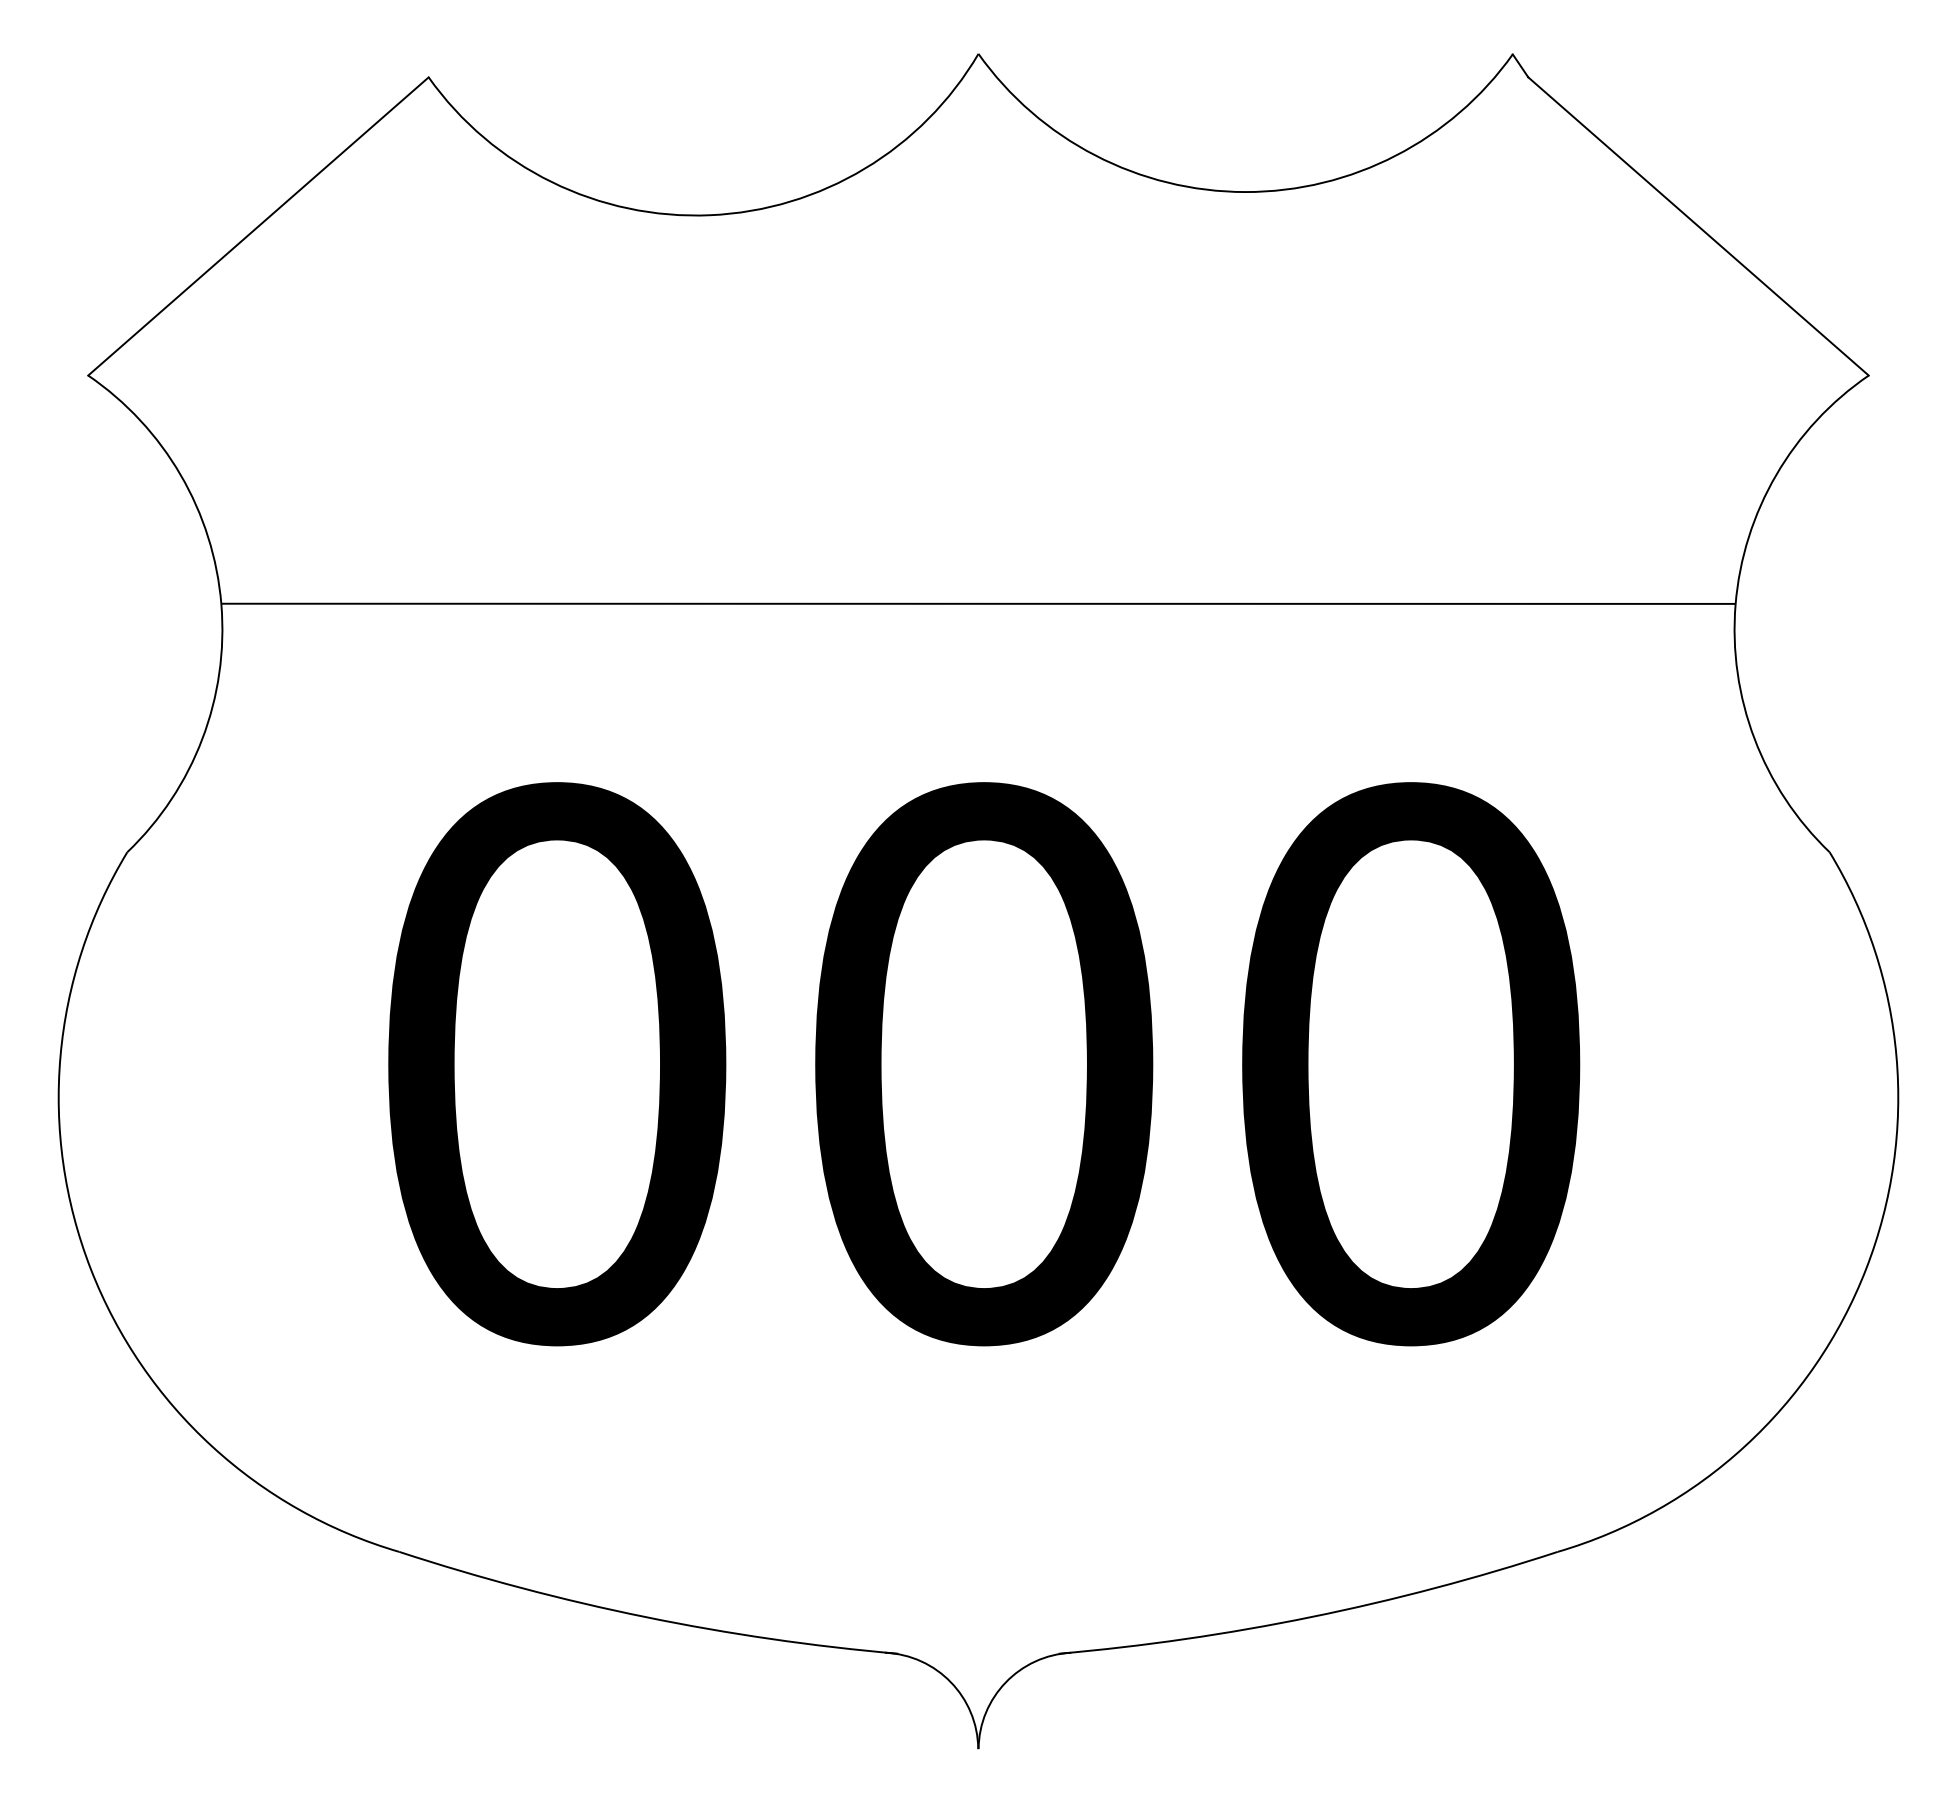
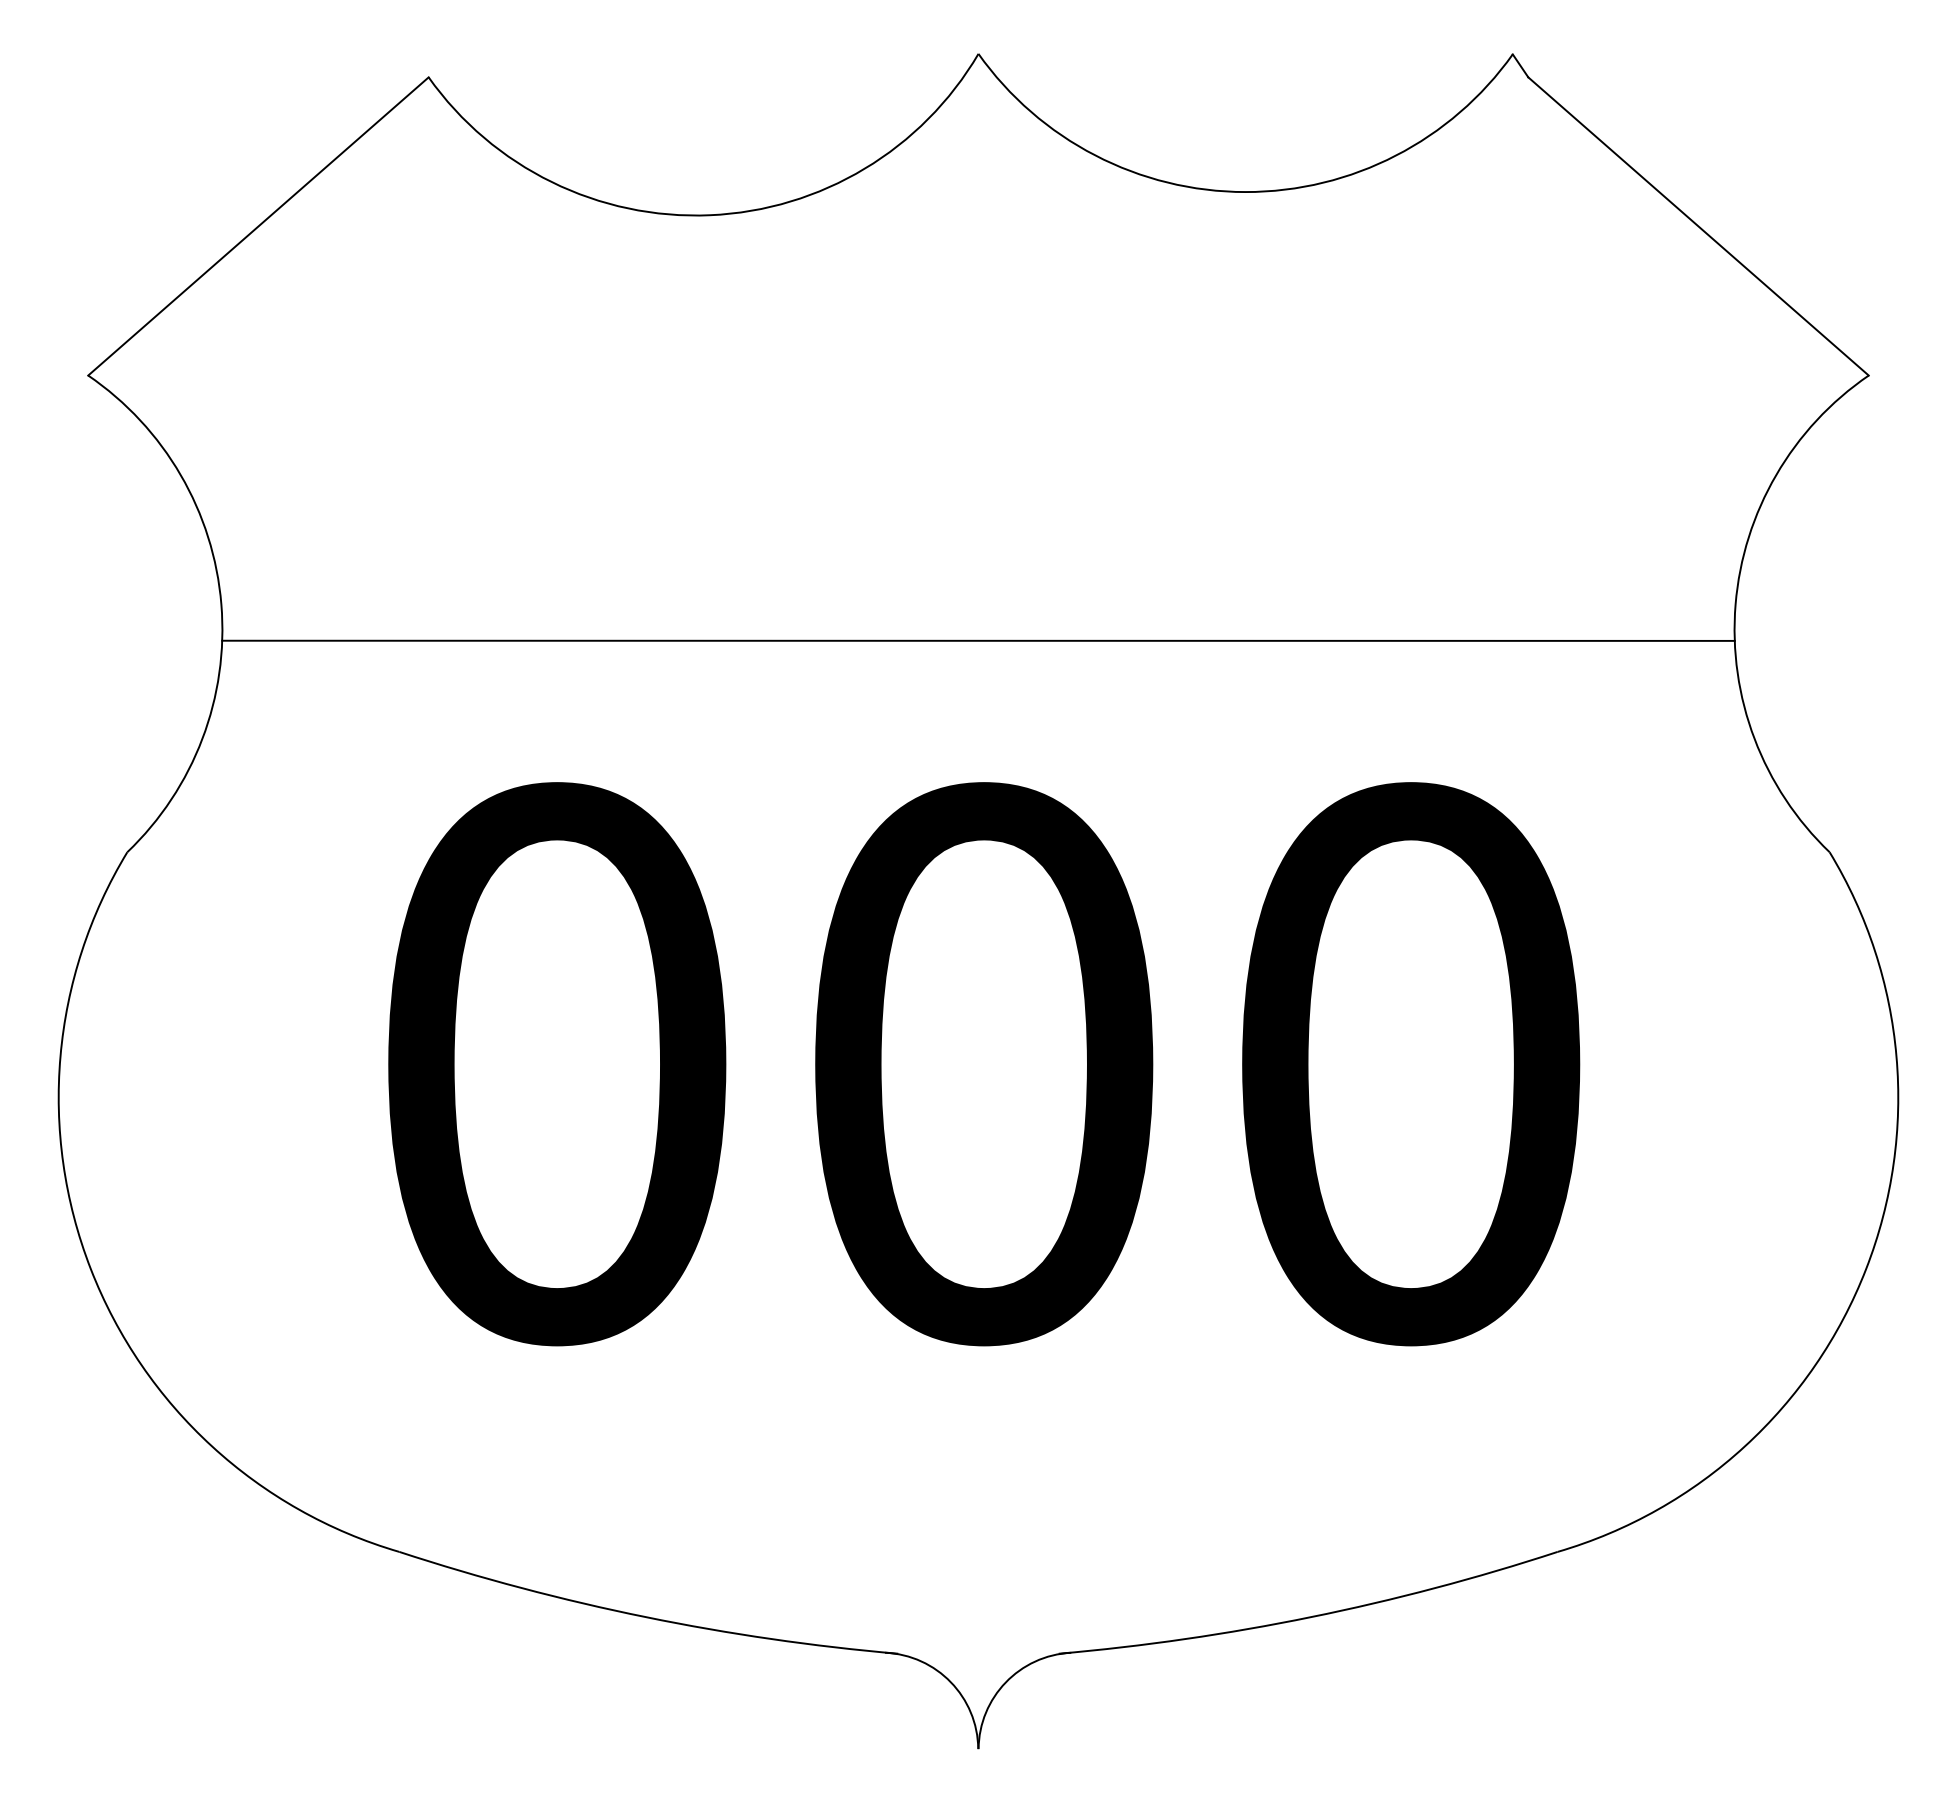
line at (978, 603) position: (978, 603) -> (978, 640)
